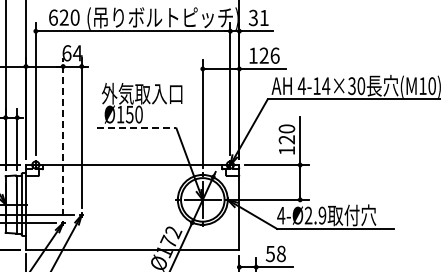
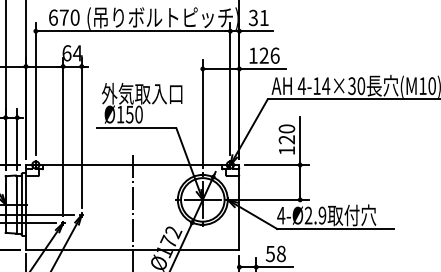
text at (63, 17): 620 -> 670
line at (136, 128): dashed -> solid
line at (63, 136): dashed -> solid
line at (132, 211): none -> present
